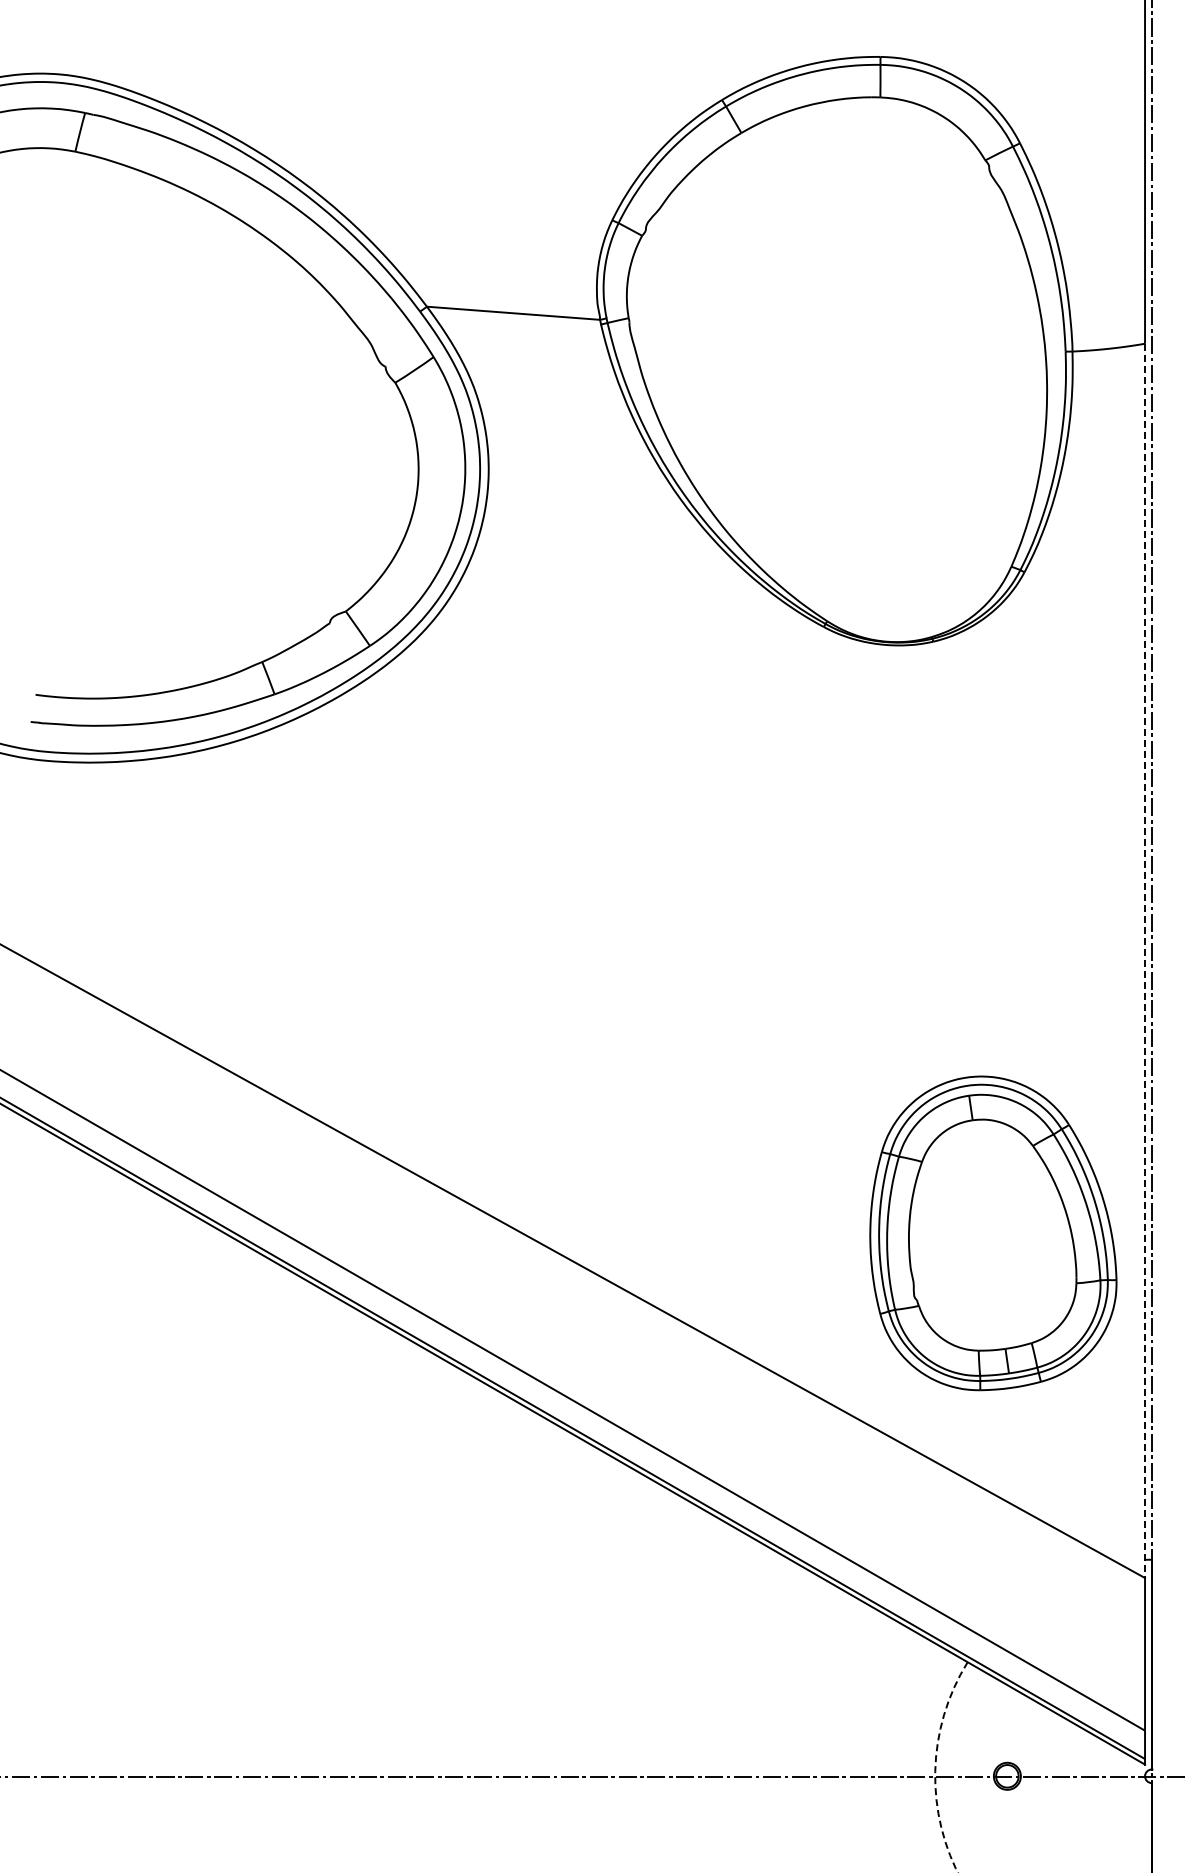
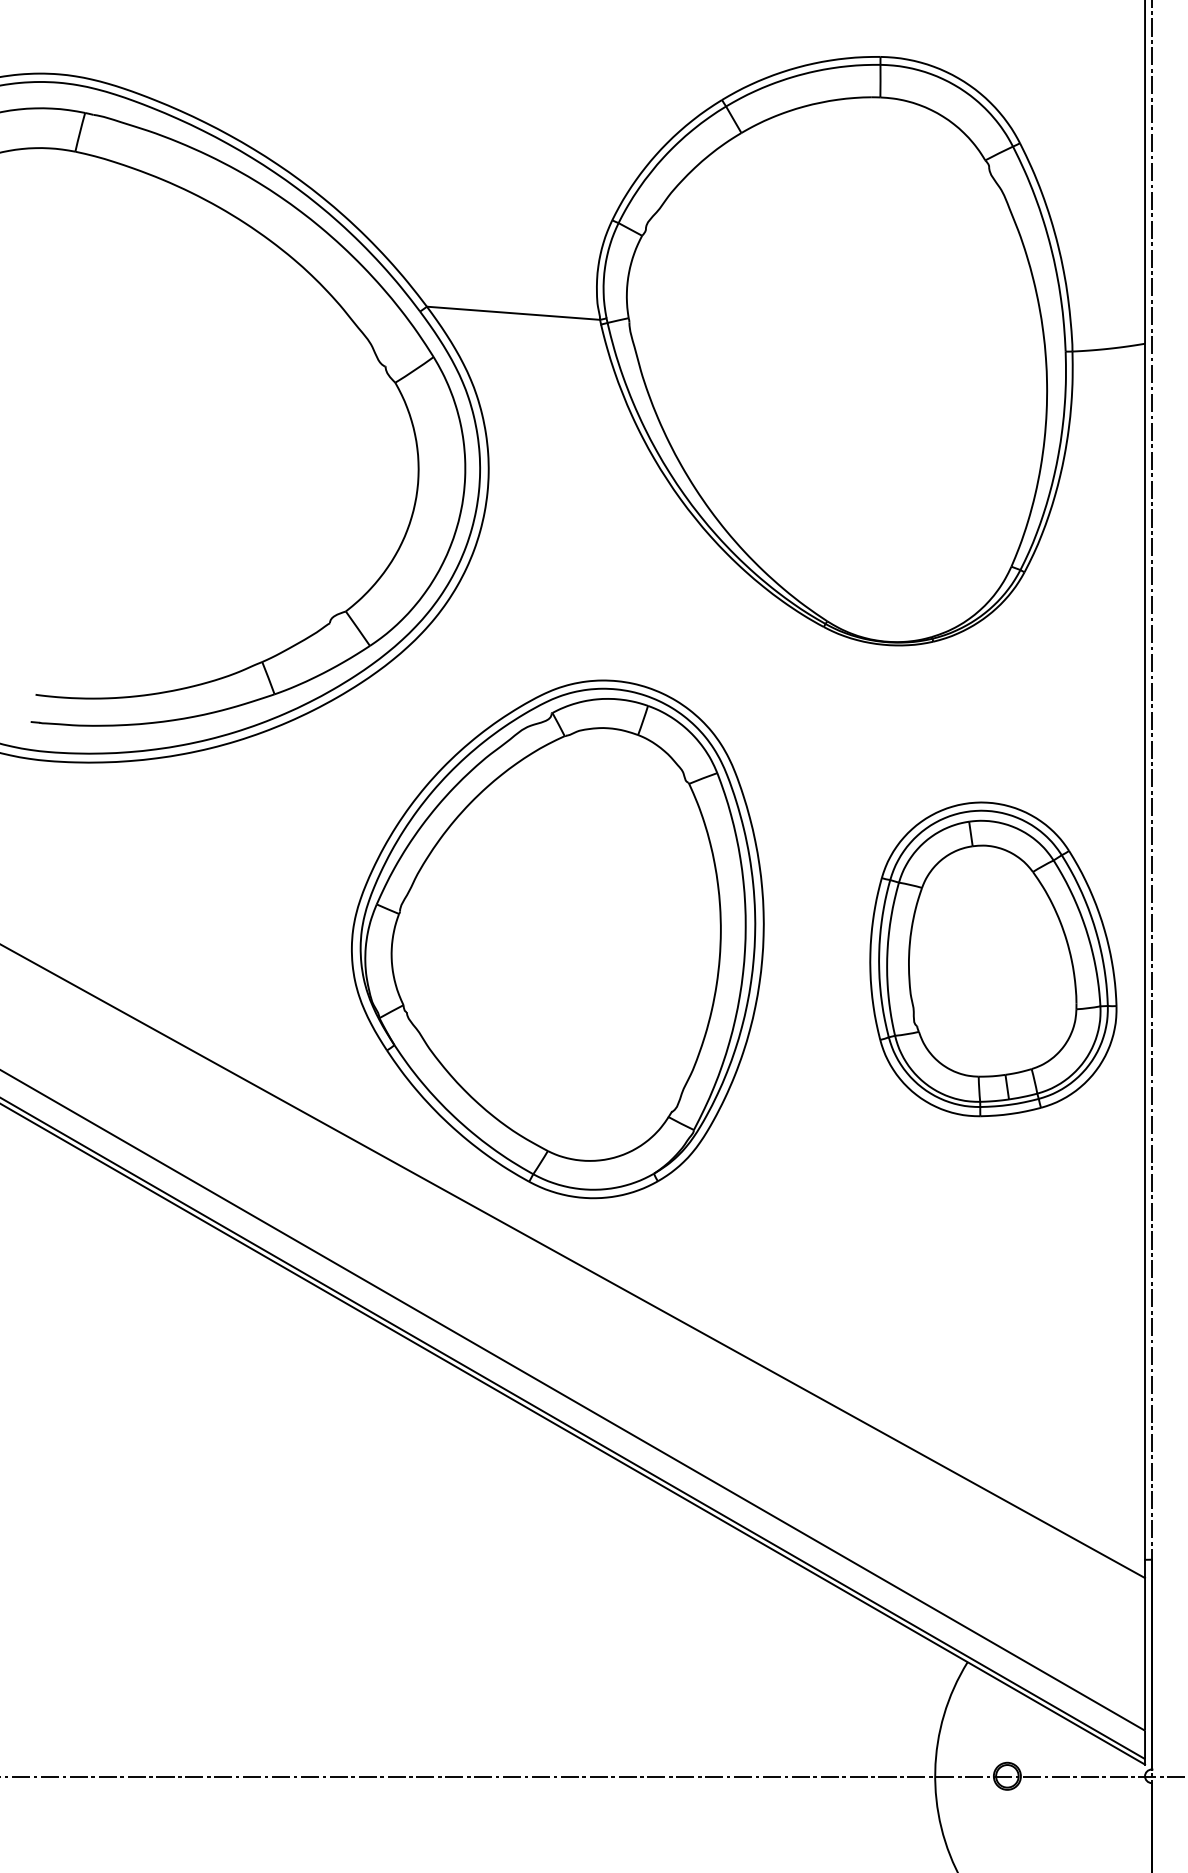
part at (557, 939): none -> present
line at (1145, 961): dashed -> solid
part at (993, 1233) position: (993, 1233) -> (993, 959)
arc at (935, 1767): dashed -> solid
